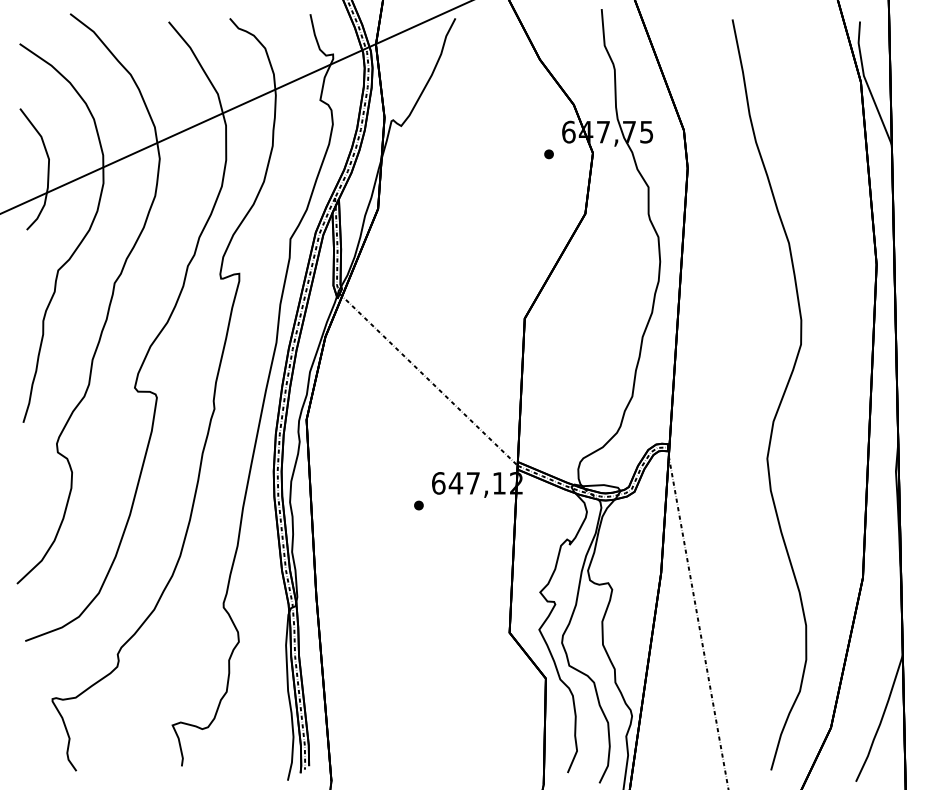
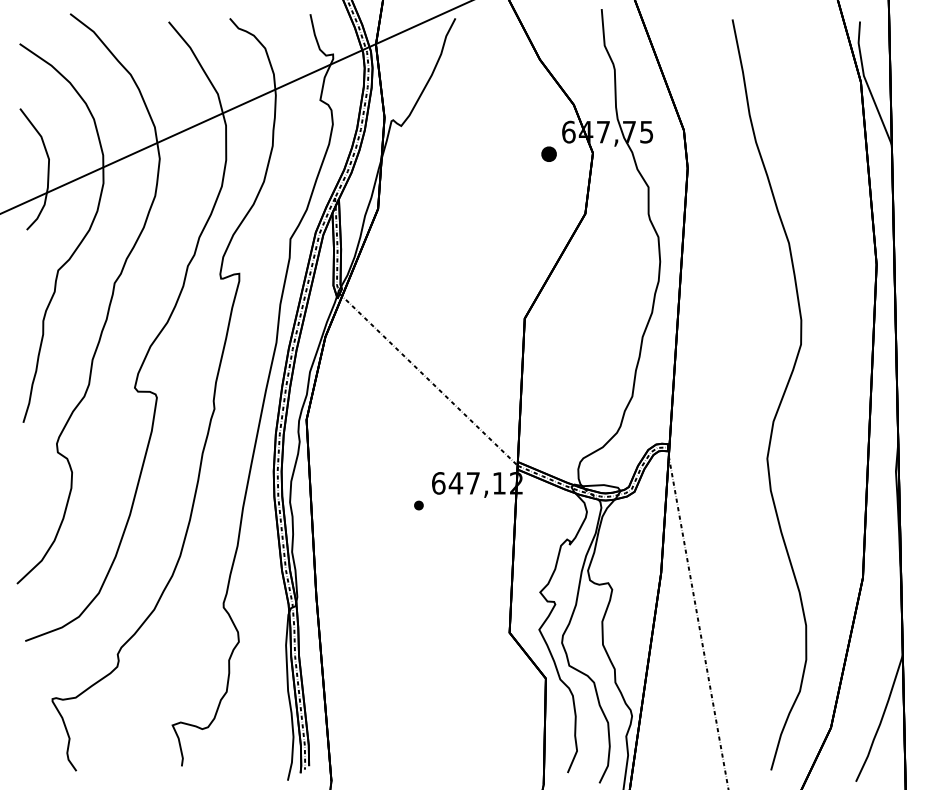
part at (548, 154) size: 10x11 px -> 16x16 px
